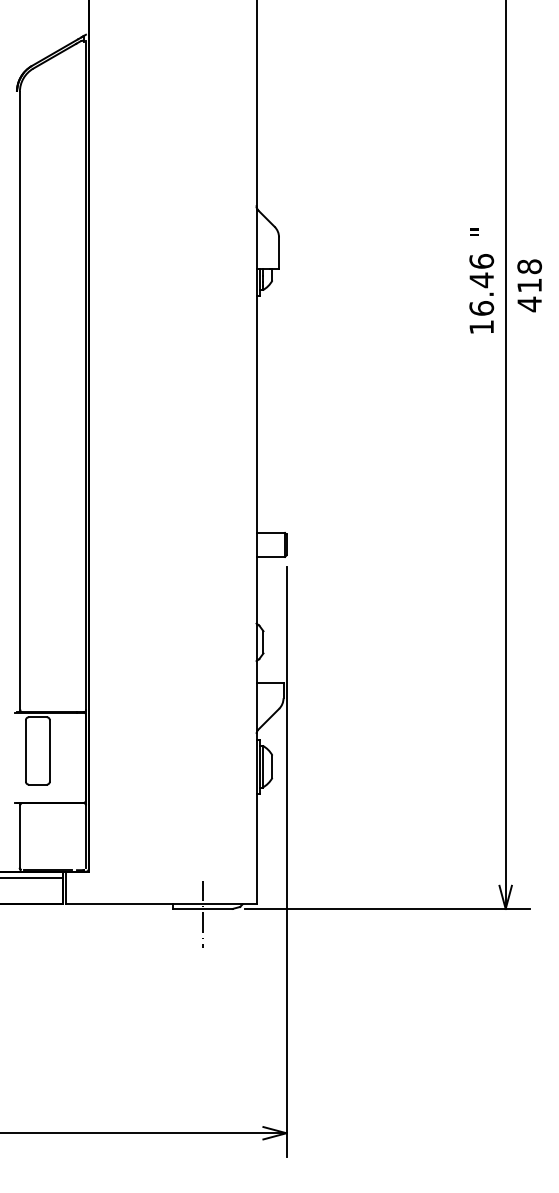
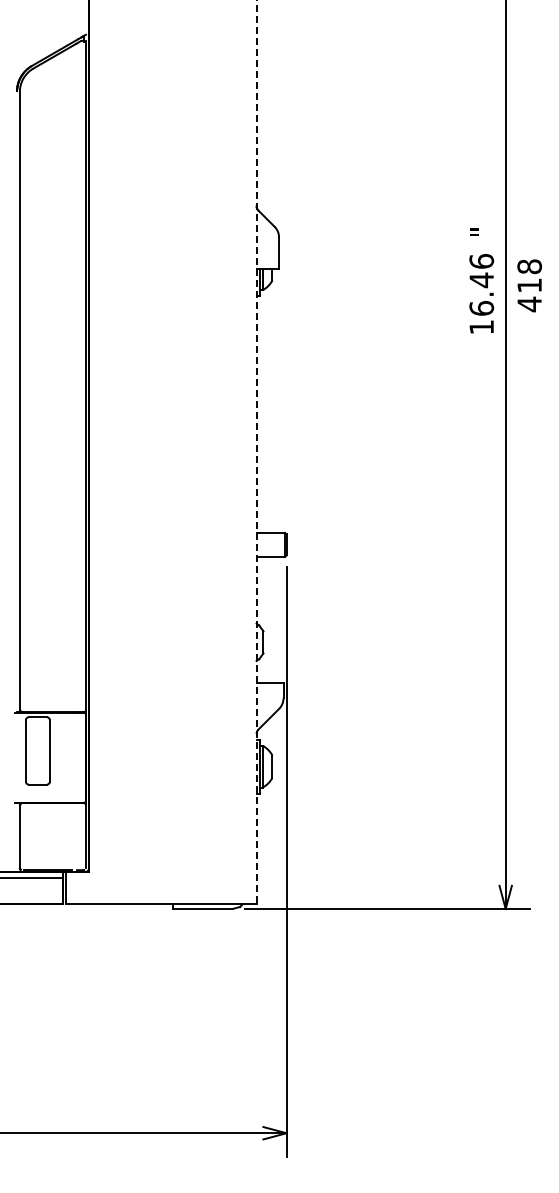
line at (256, 452): solid -> dashed
line at (202, 914): present -> none
